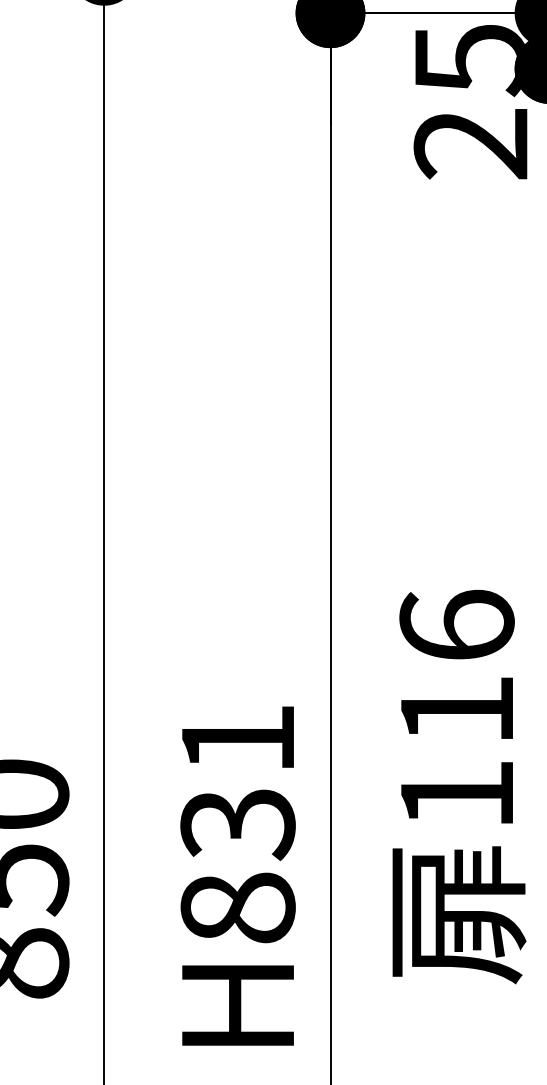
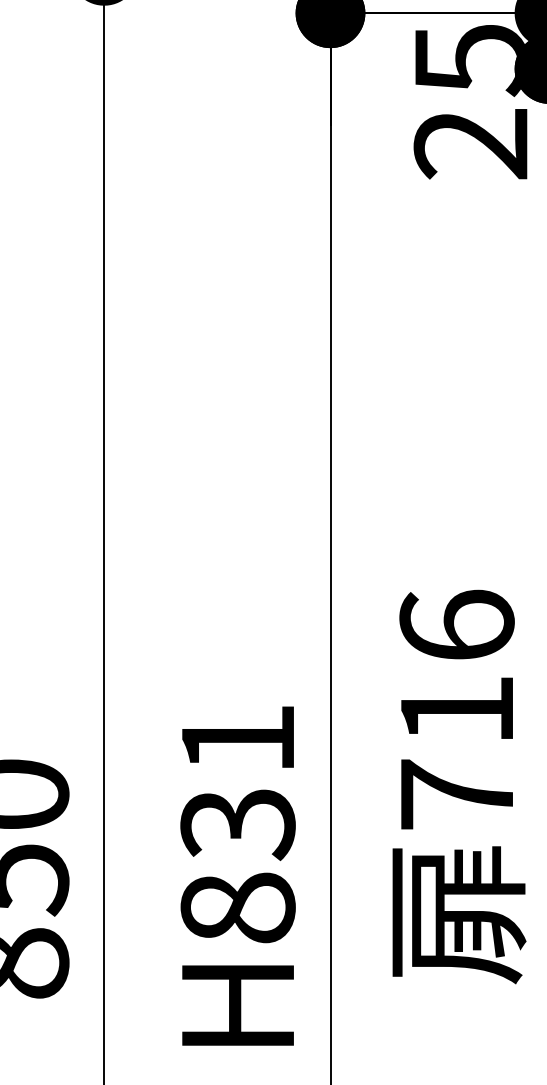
text at (456, 794): 116 -> 716
